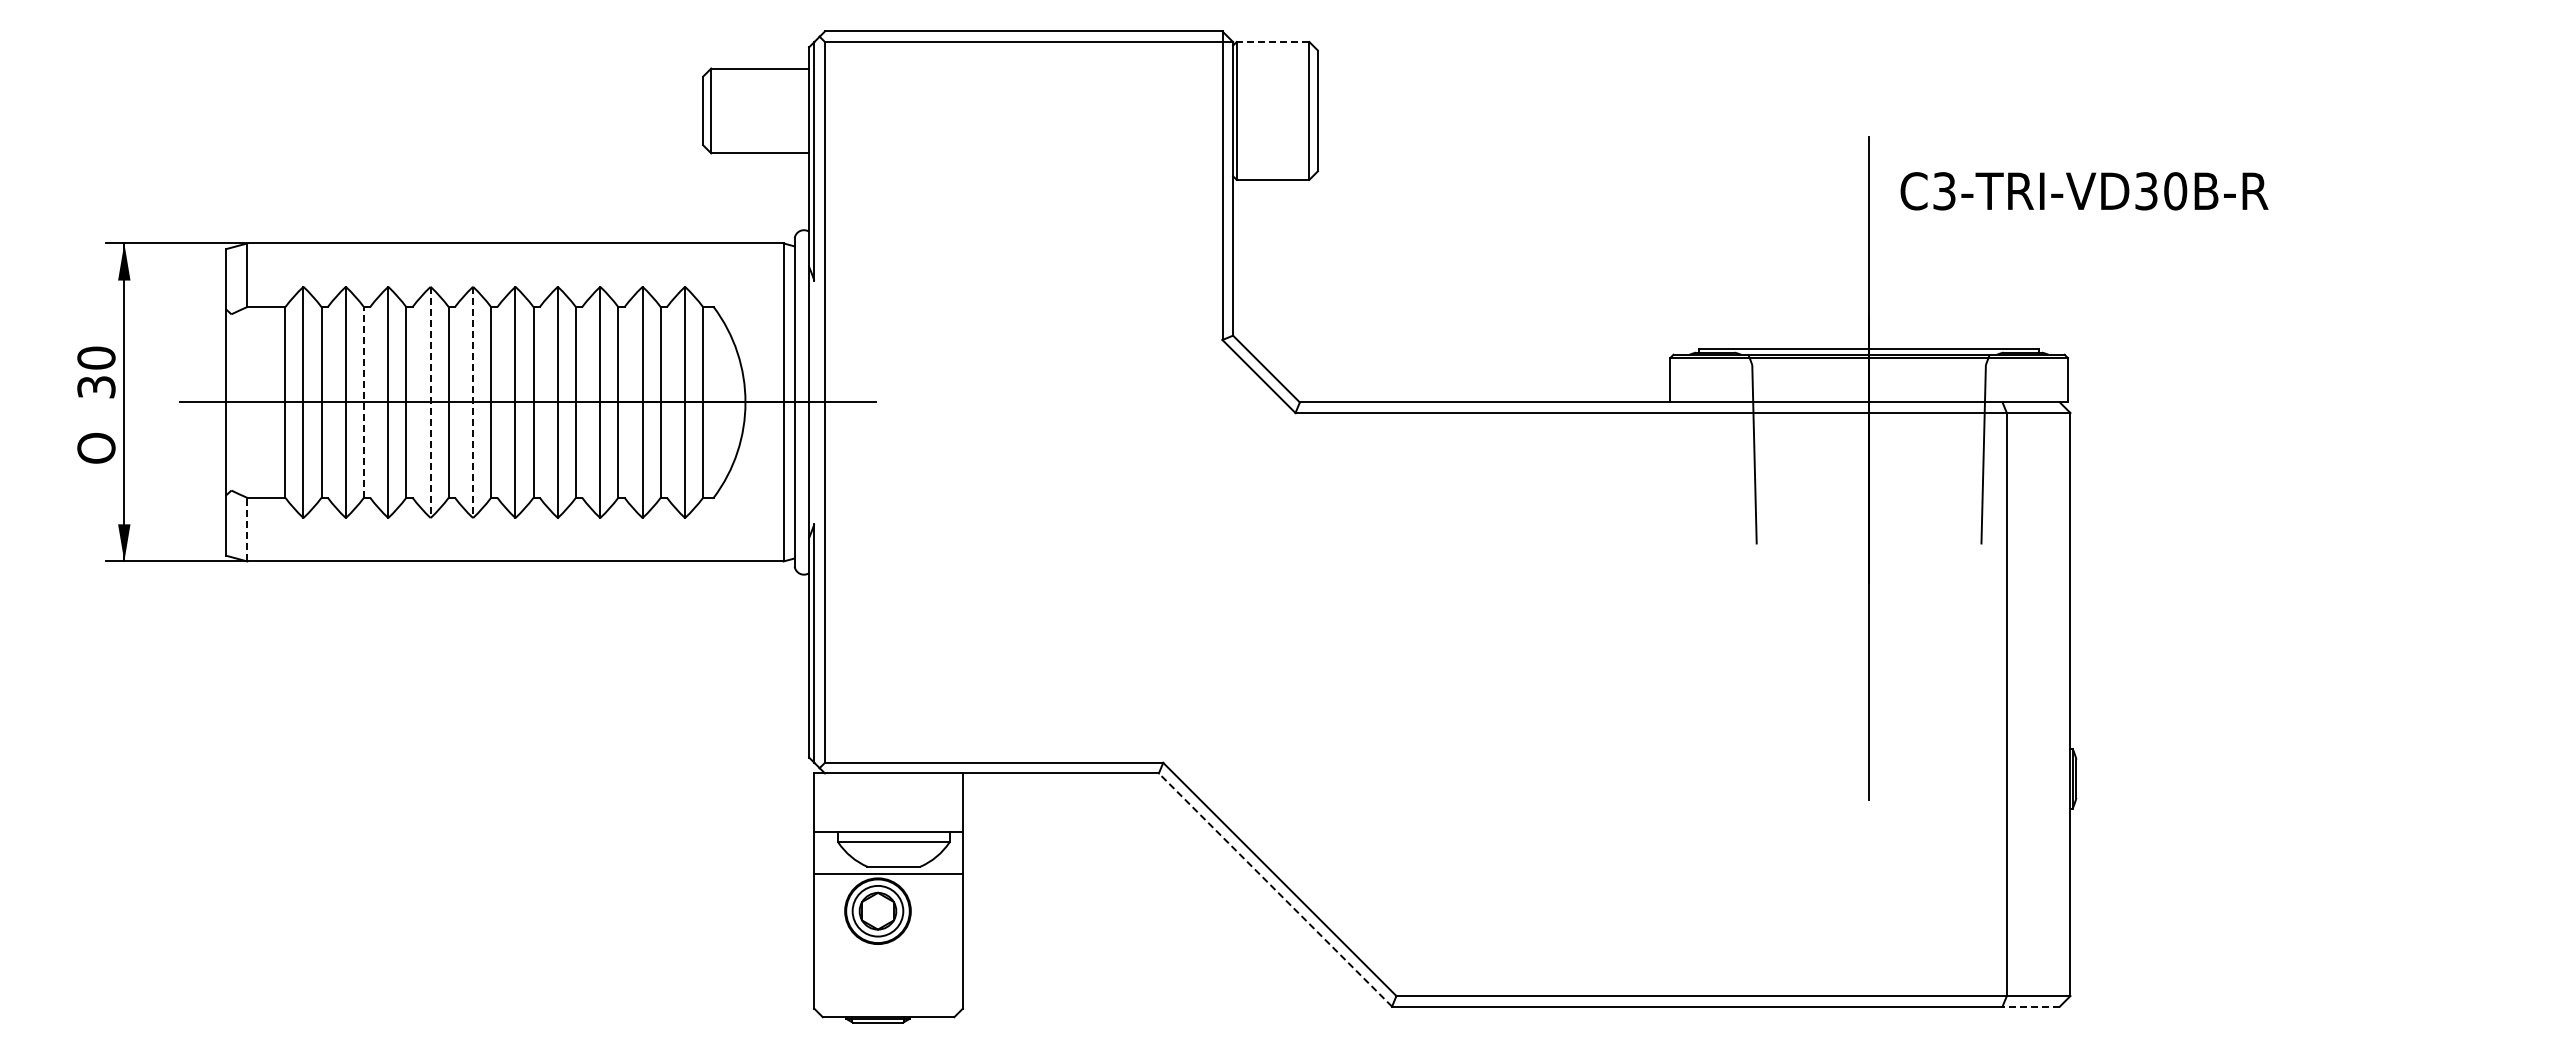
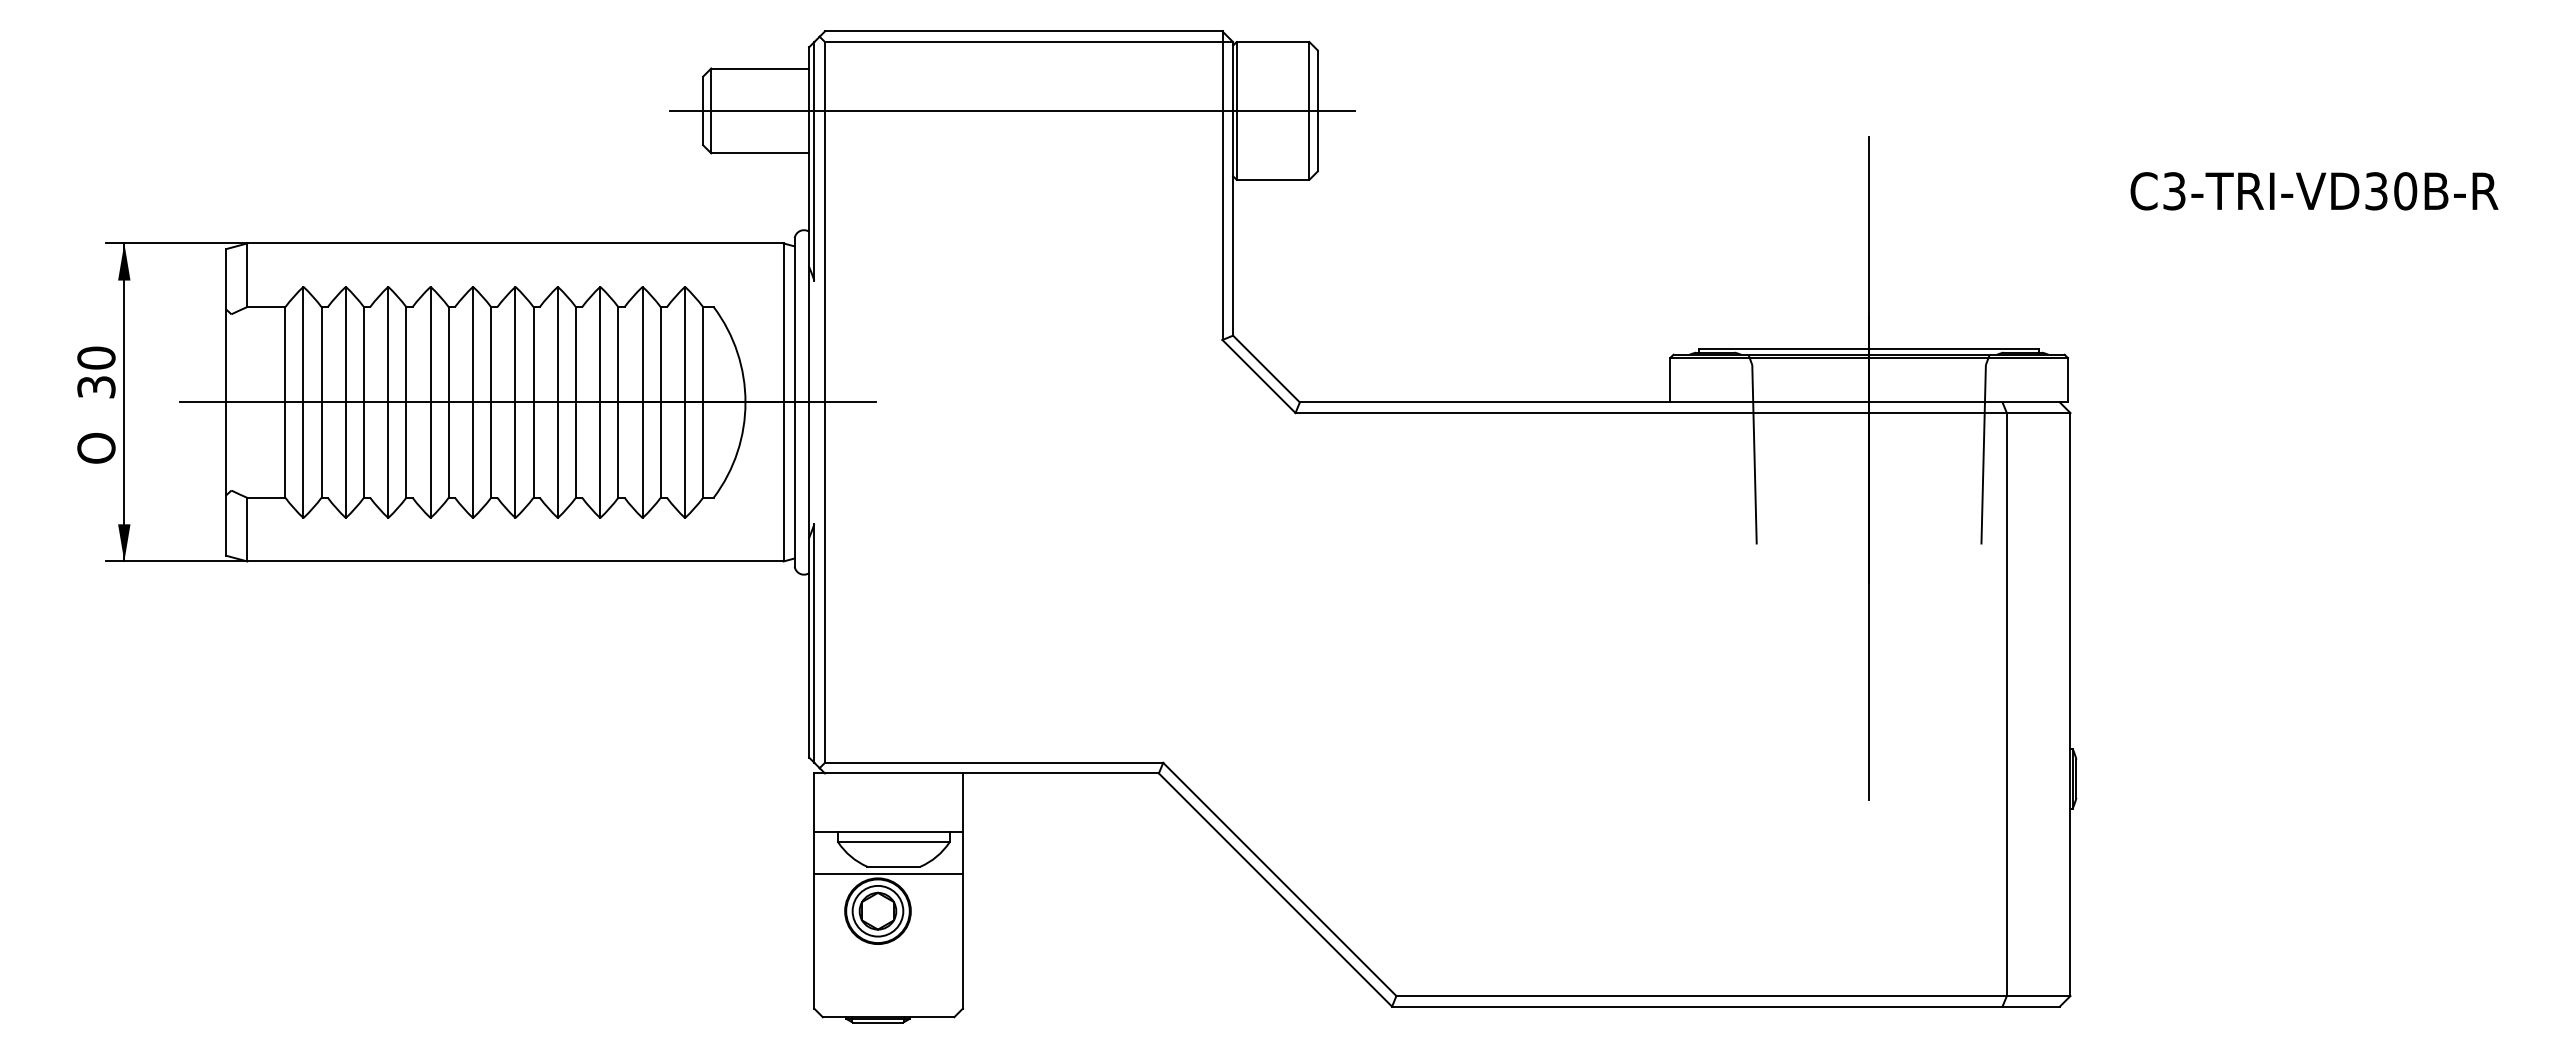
line at (1272, 42): dashed -> solid
line at (1011, 110): none -> present
text at (2084, 191) position: (2084, 191) -> (2314, 191)
line at (363, 401): dashed -> solid
line at (430, 402): dashed -> solid
line at (473, 402): dashed -> solid
line at (247, 529): dashed -> solid
line at (1275, 890): dashed -> solid
line at (2031, 1006): dashed -> solid
